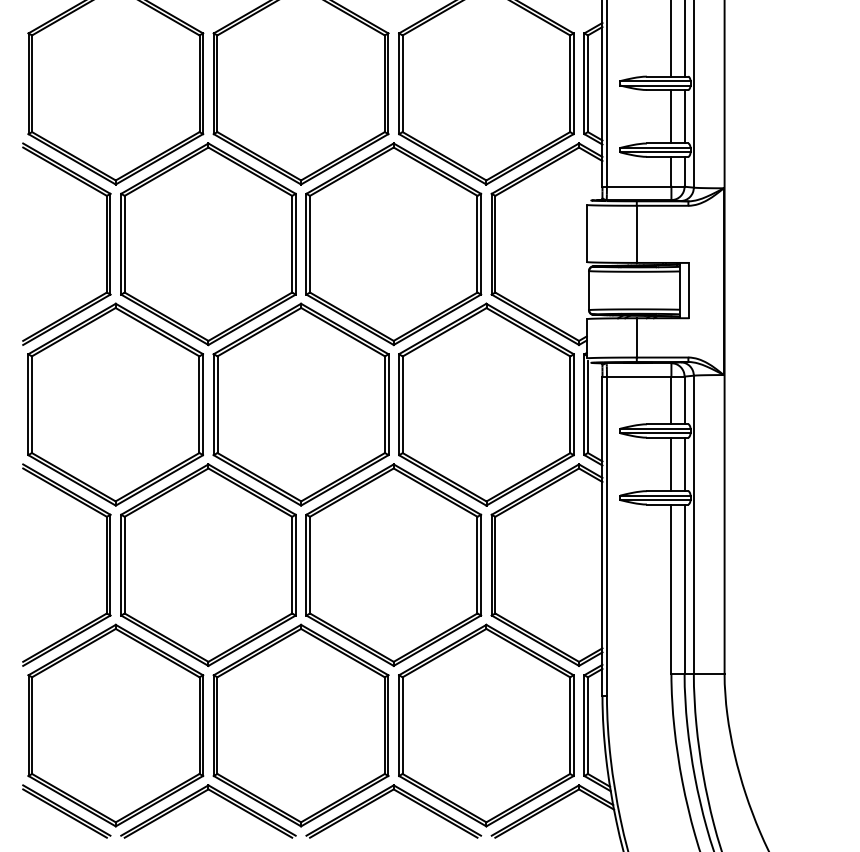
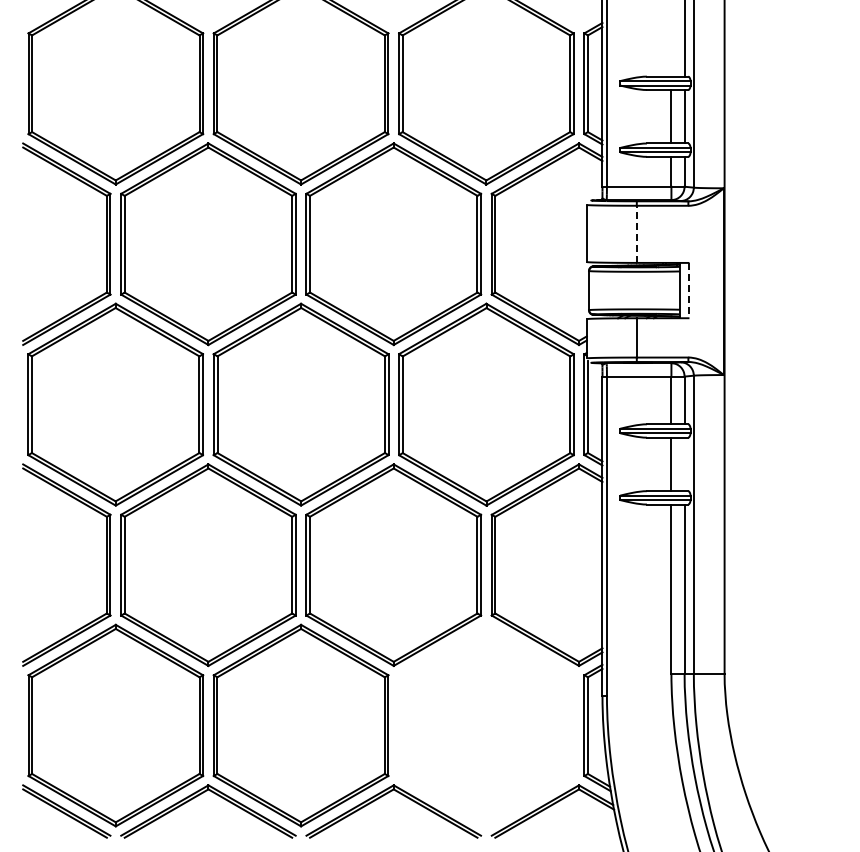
line at (671, 39): present -> none
line at (636, 234): solid -> dashed
line at (688, 290): solid -> dashed
line at (684, 464): present -> none
part at (486, 725): present -> none
